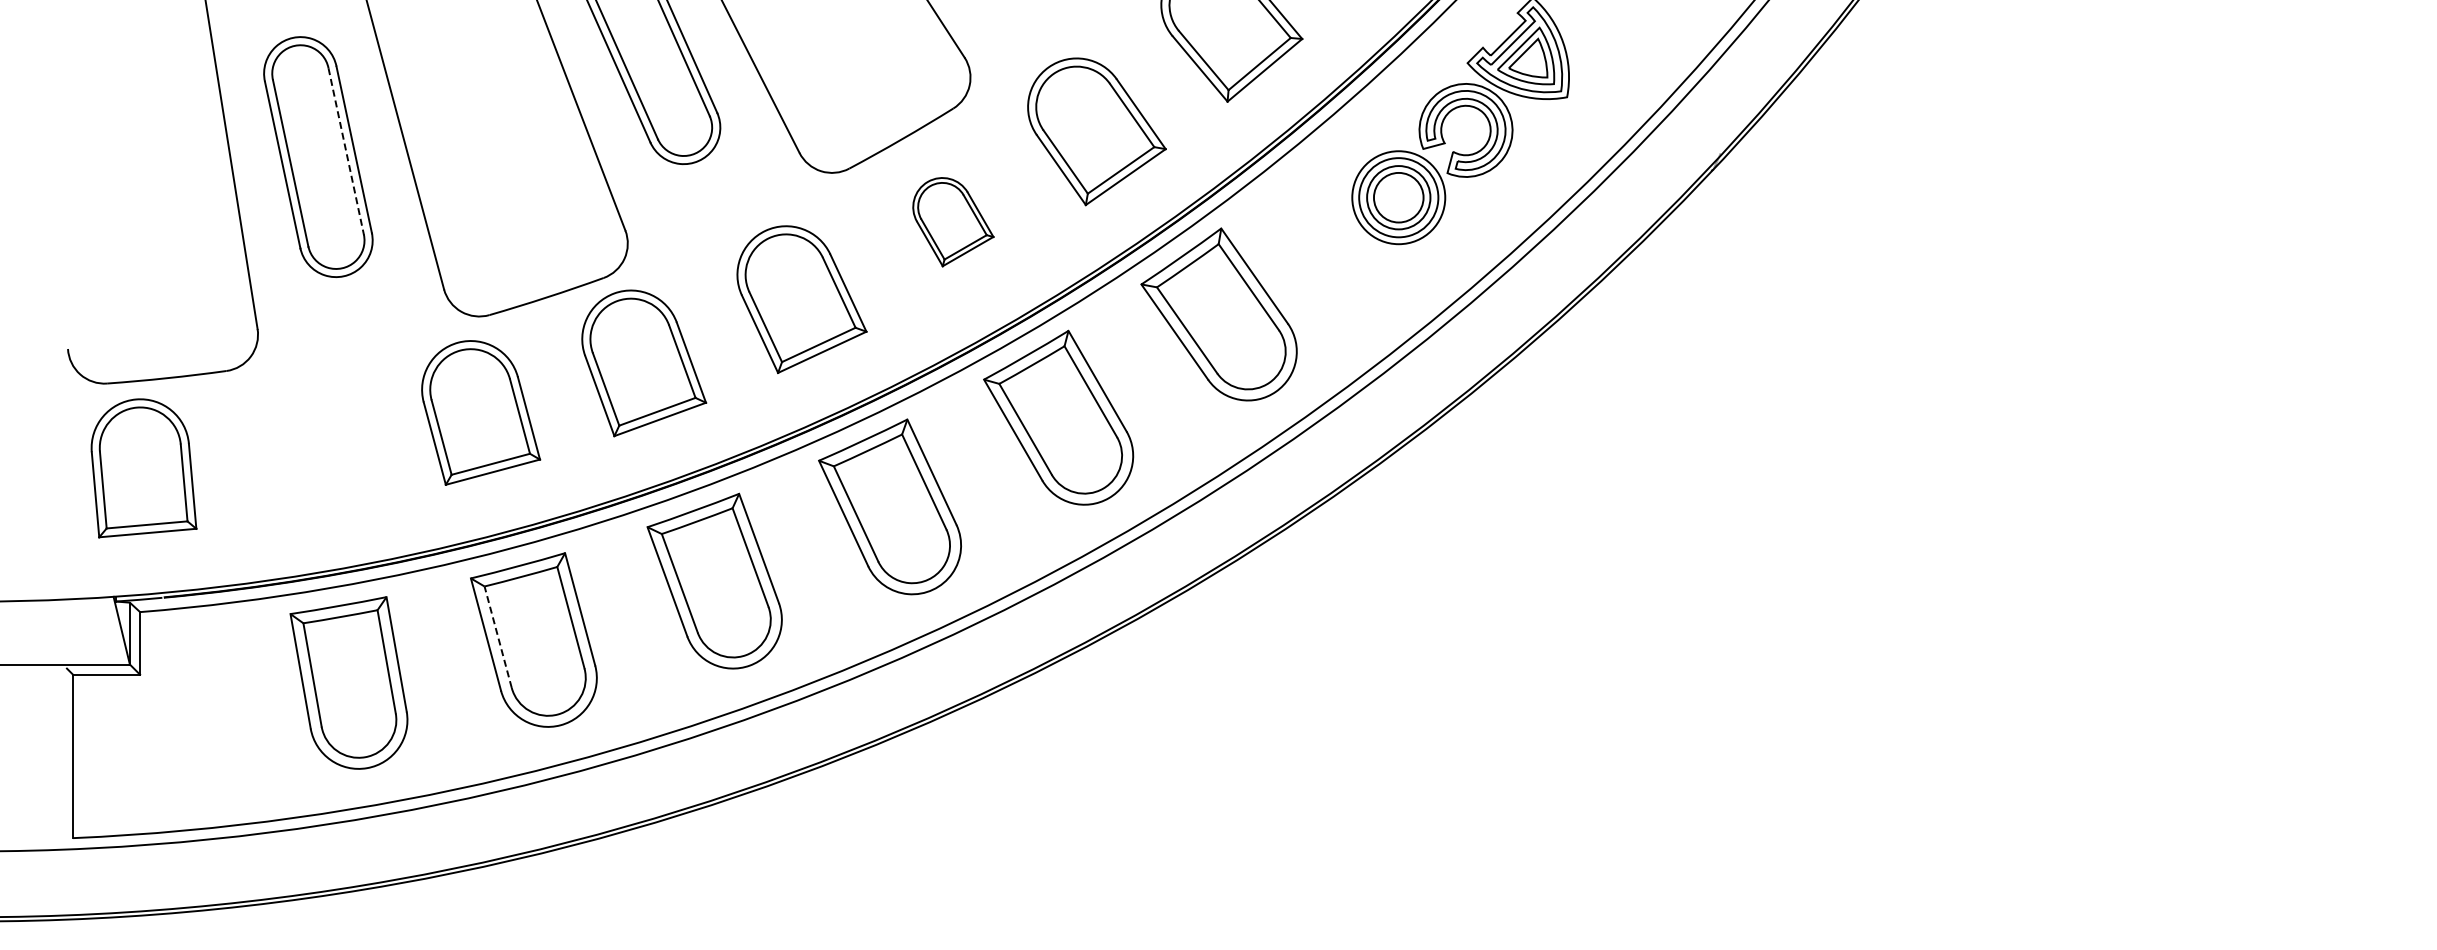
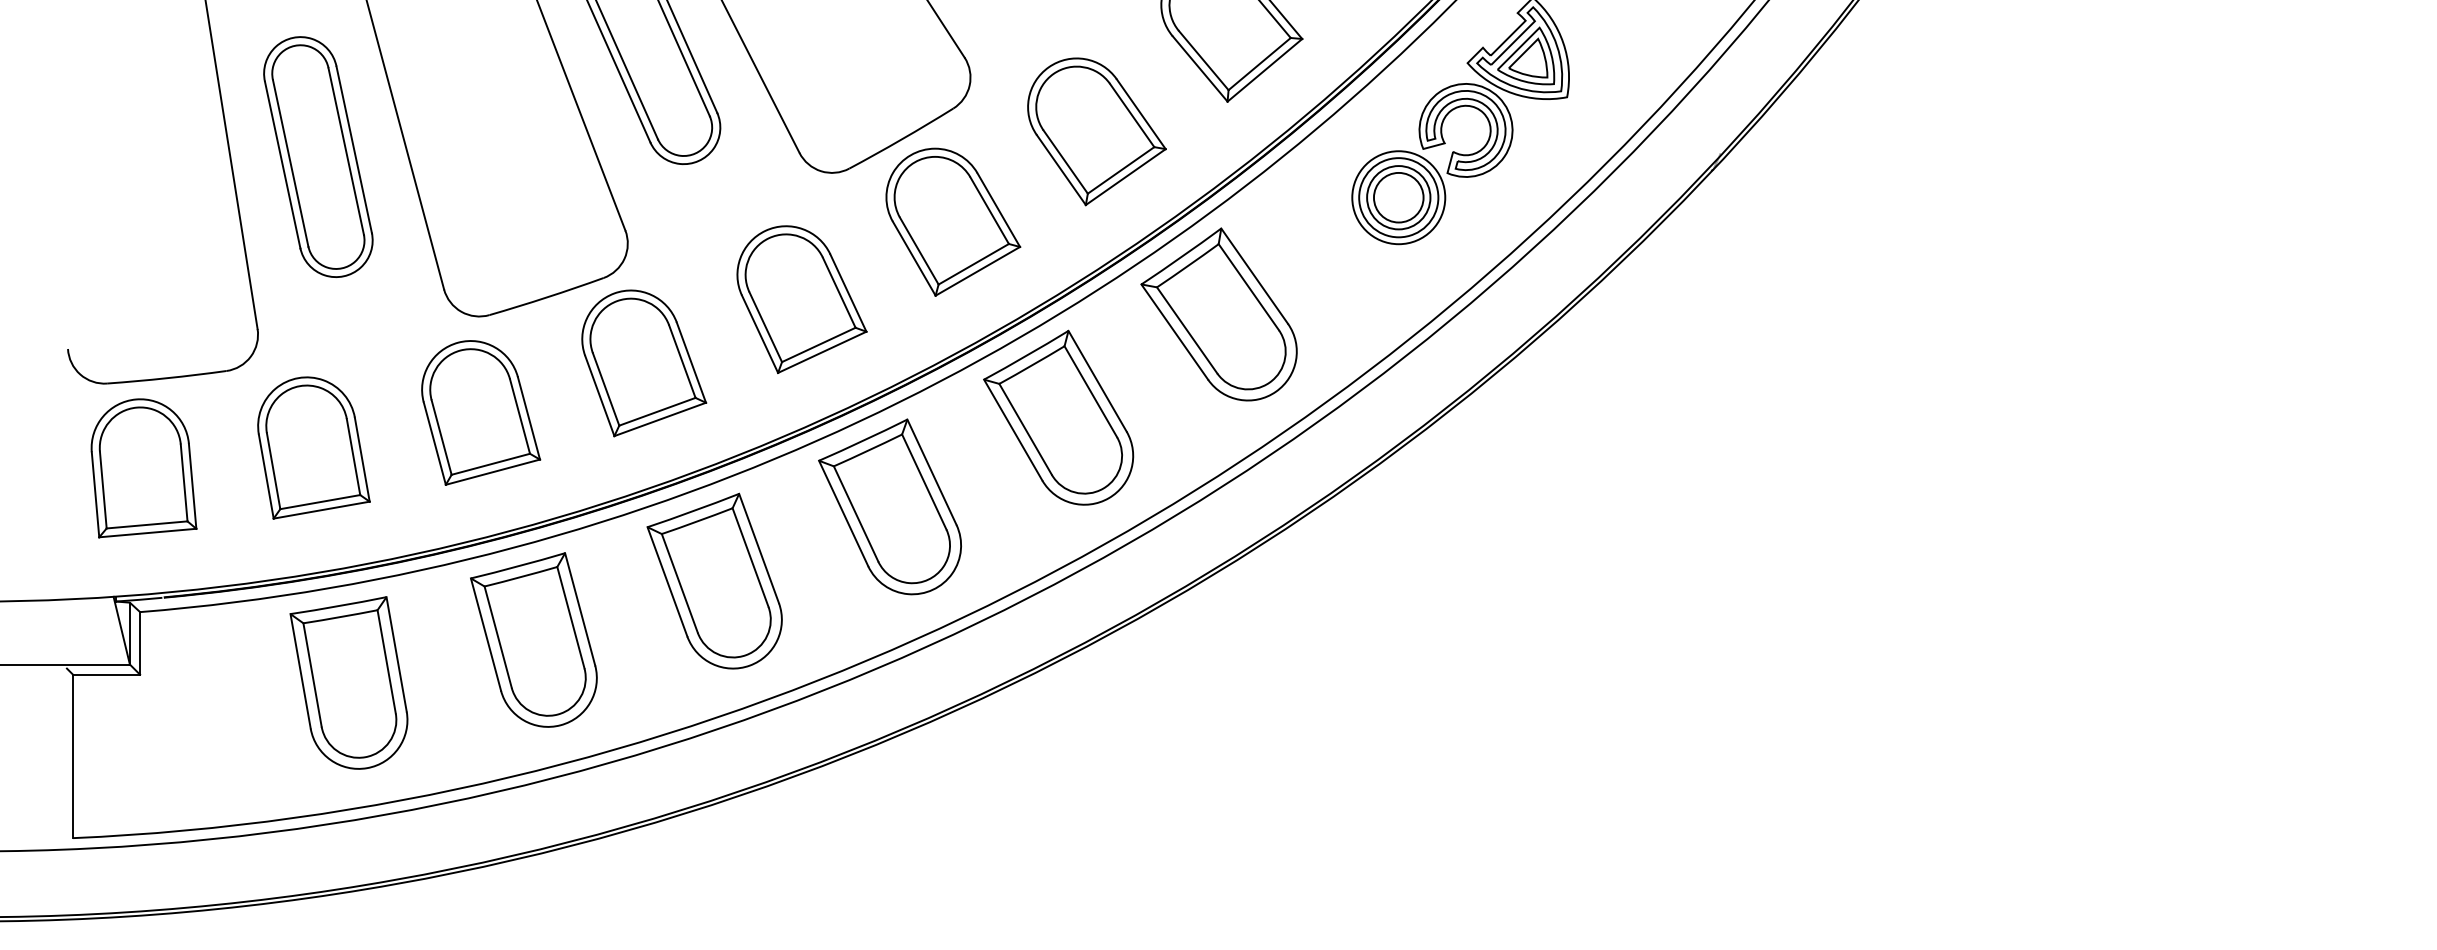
line at (346, 152): dashed -> solid
part at (953, 222) size: 83x91 px -> 137x150 px
part at (313, 447): none -> present
line at (498, 637): dashed -> solid
